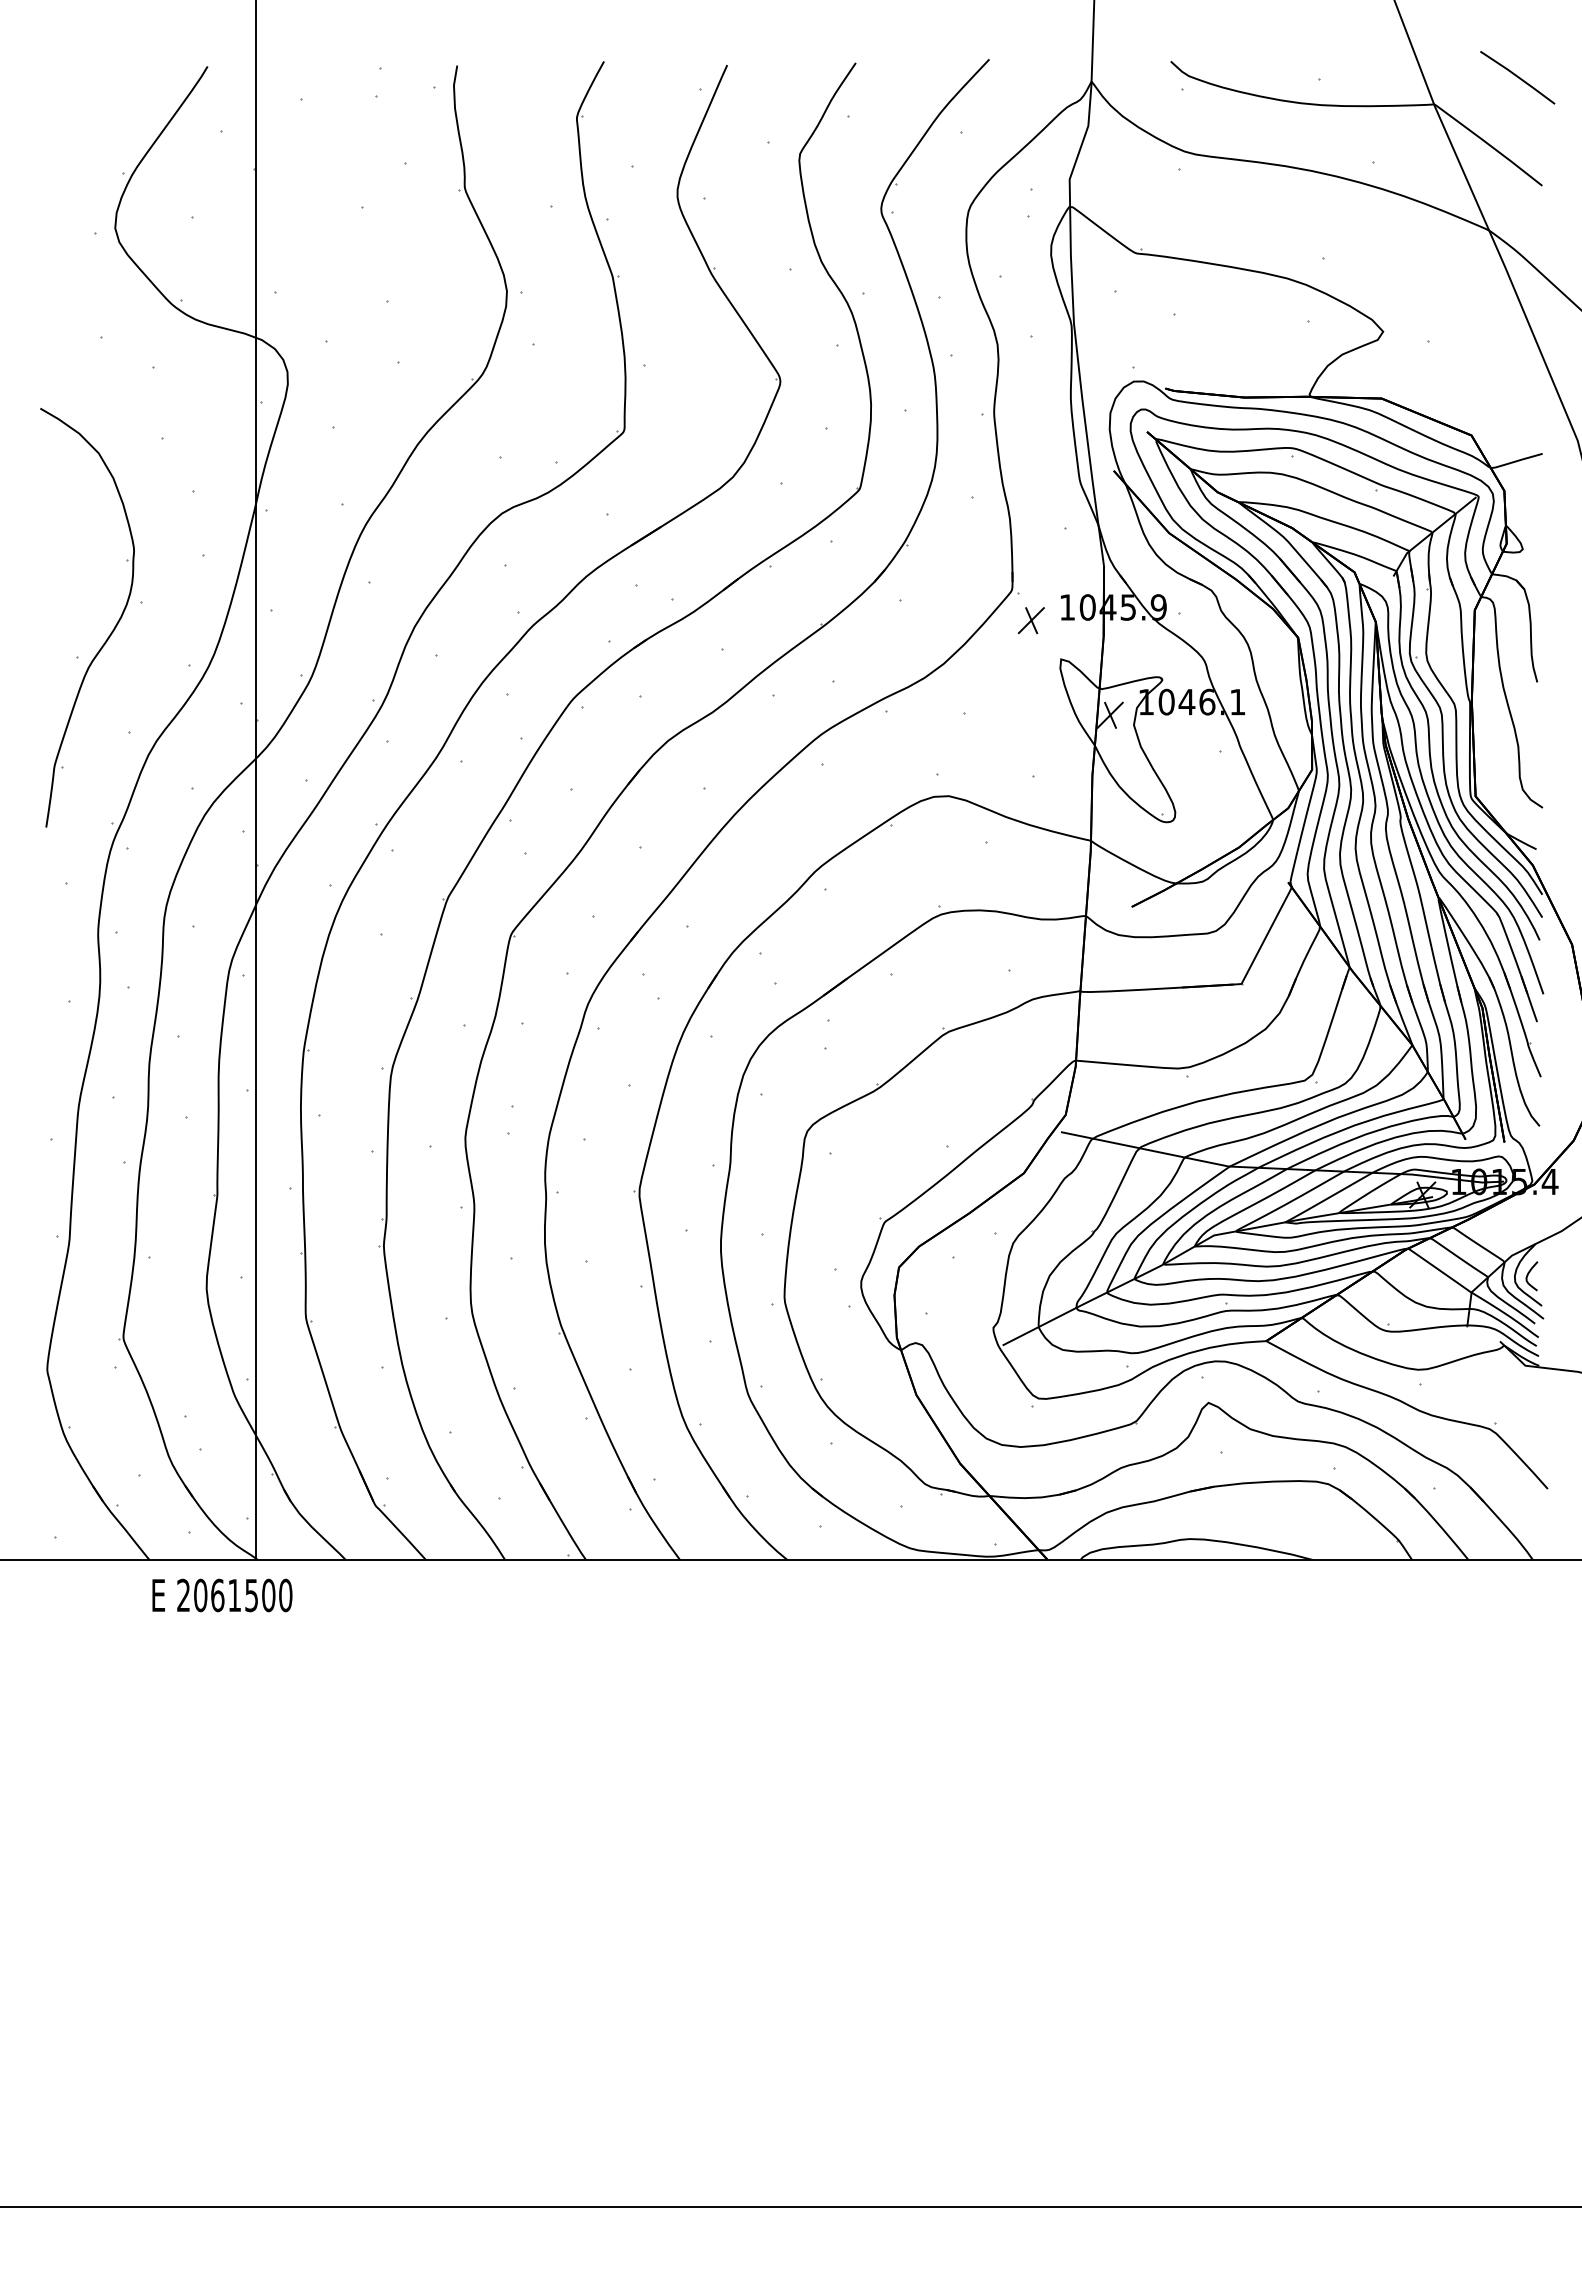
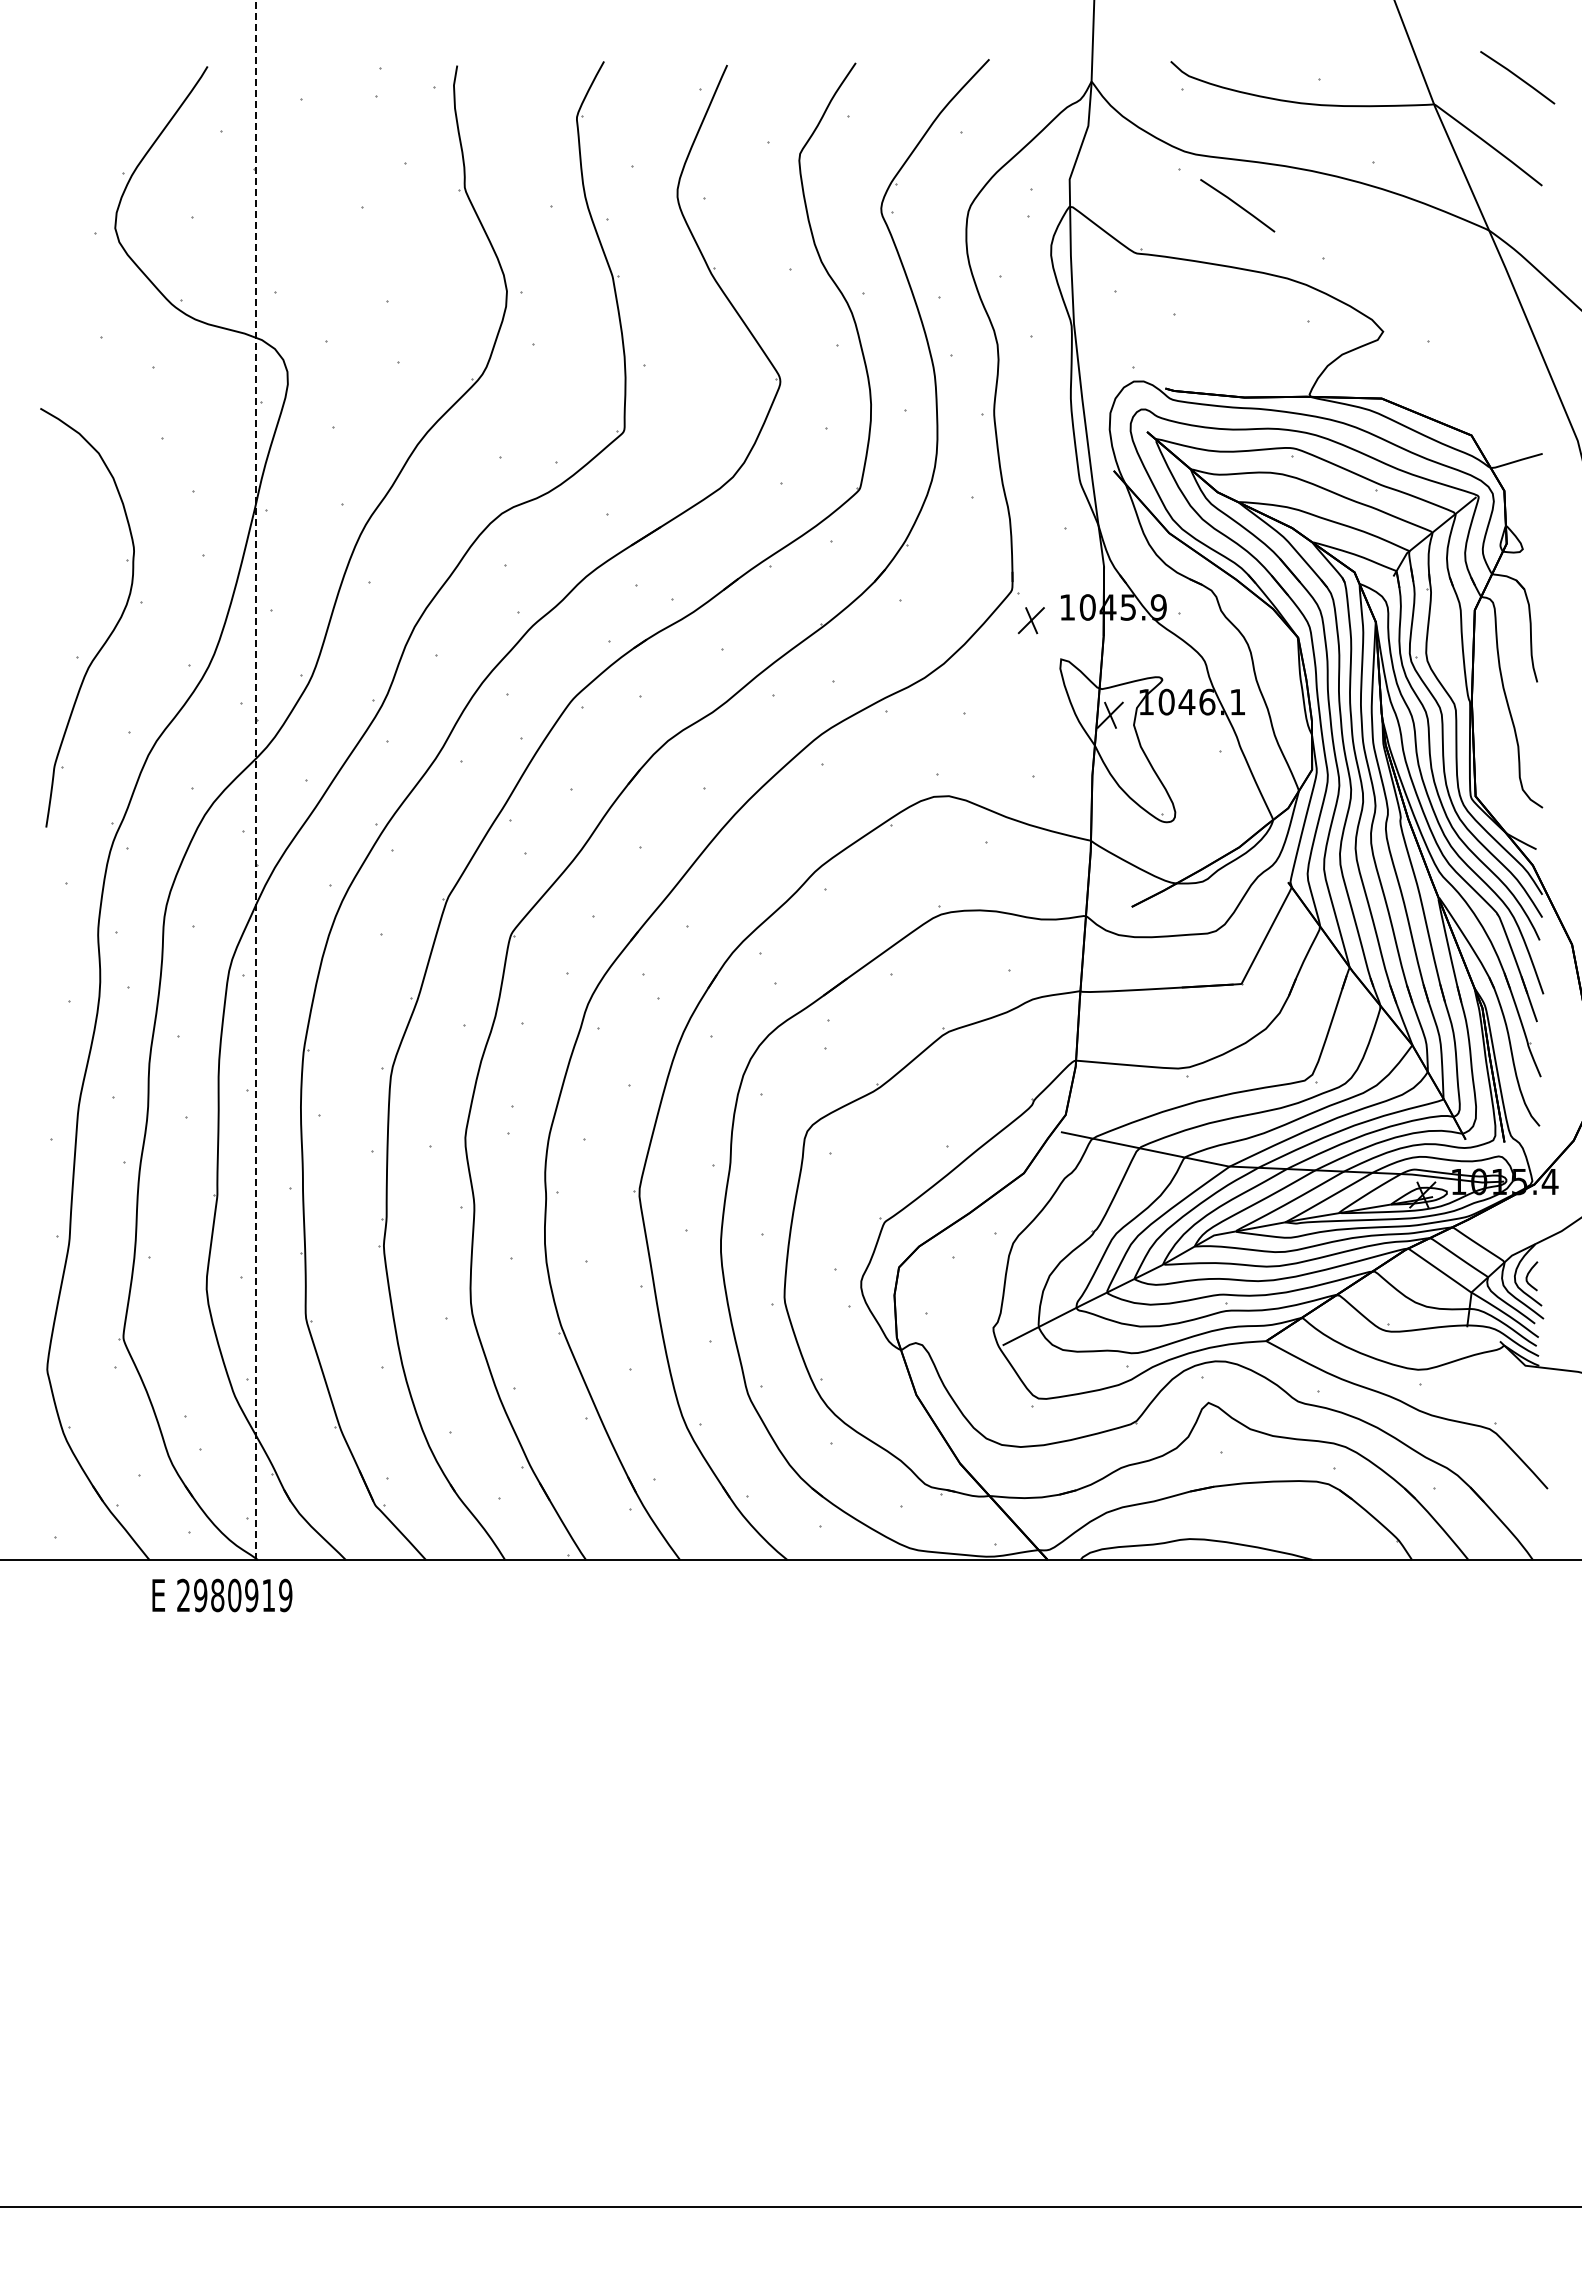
line at (1237, 205): none -> present
line at (255, 779): solid -> dashed
text at (243, 1595): 2061500 -> 2980919
